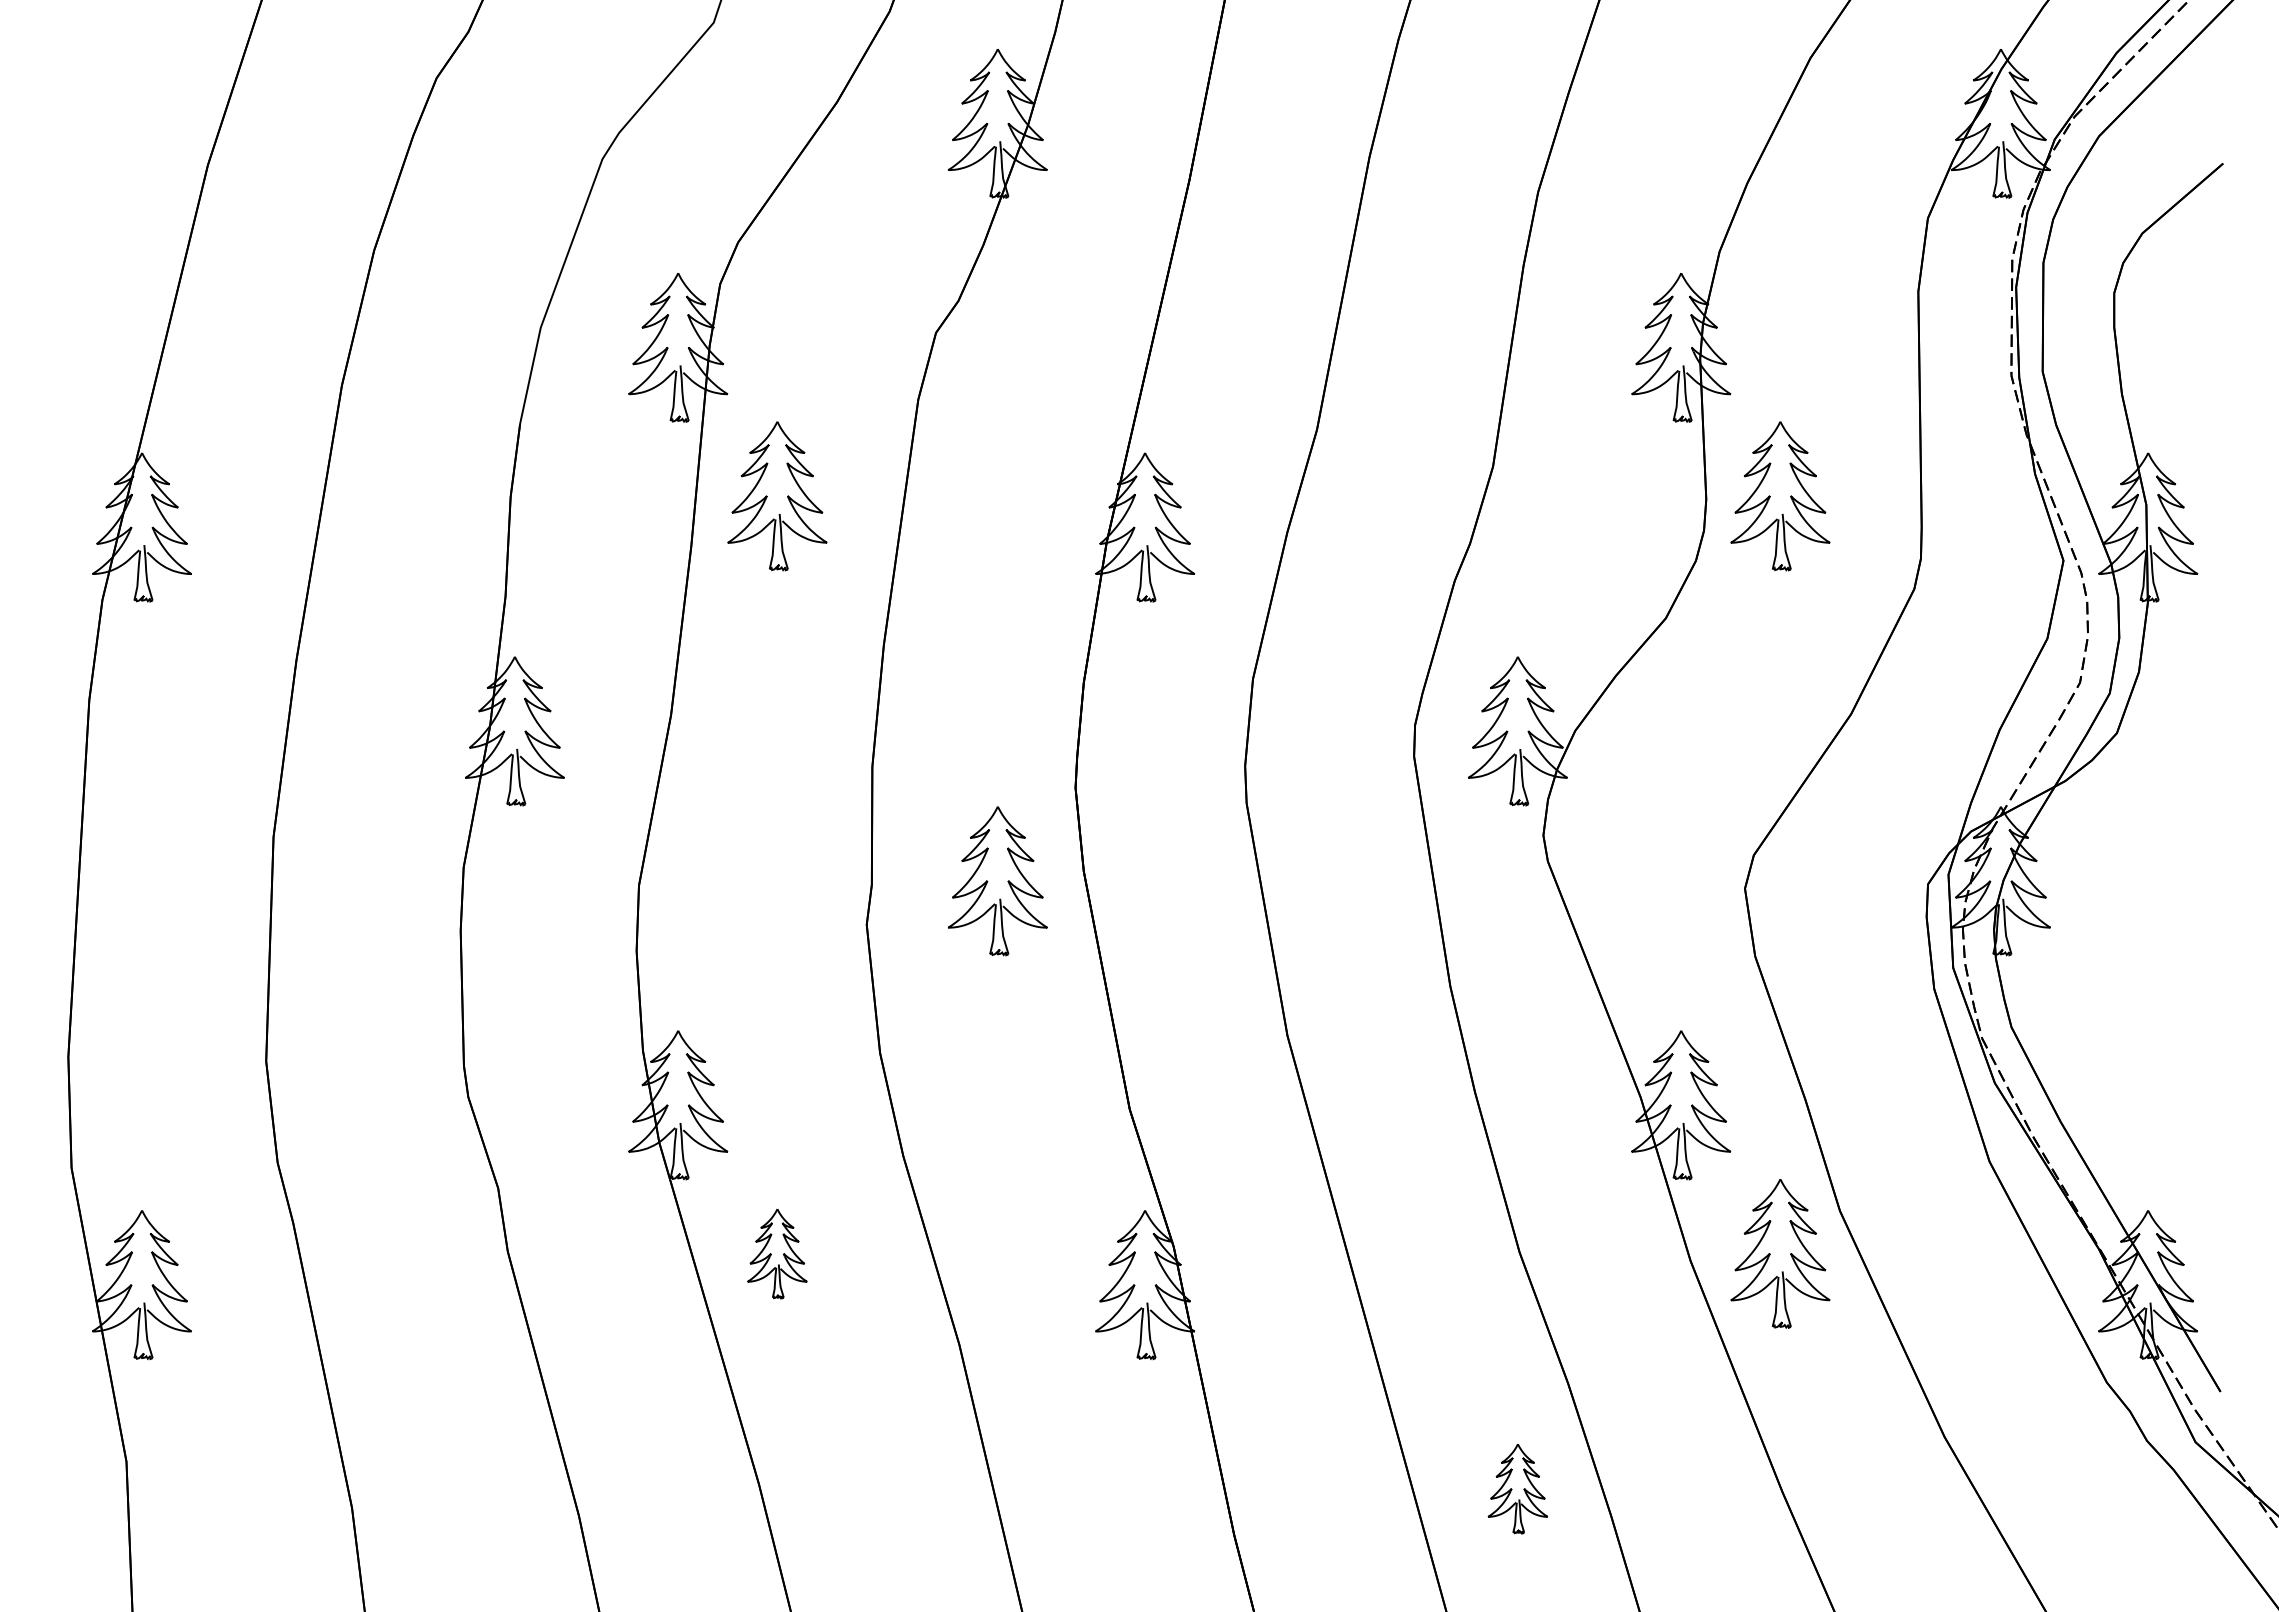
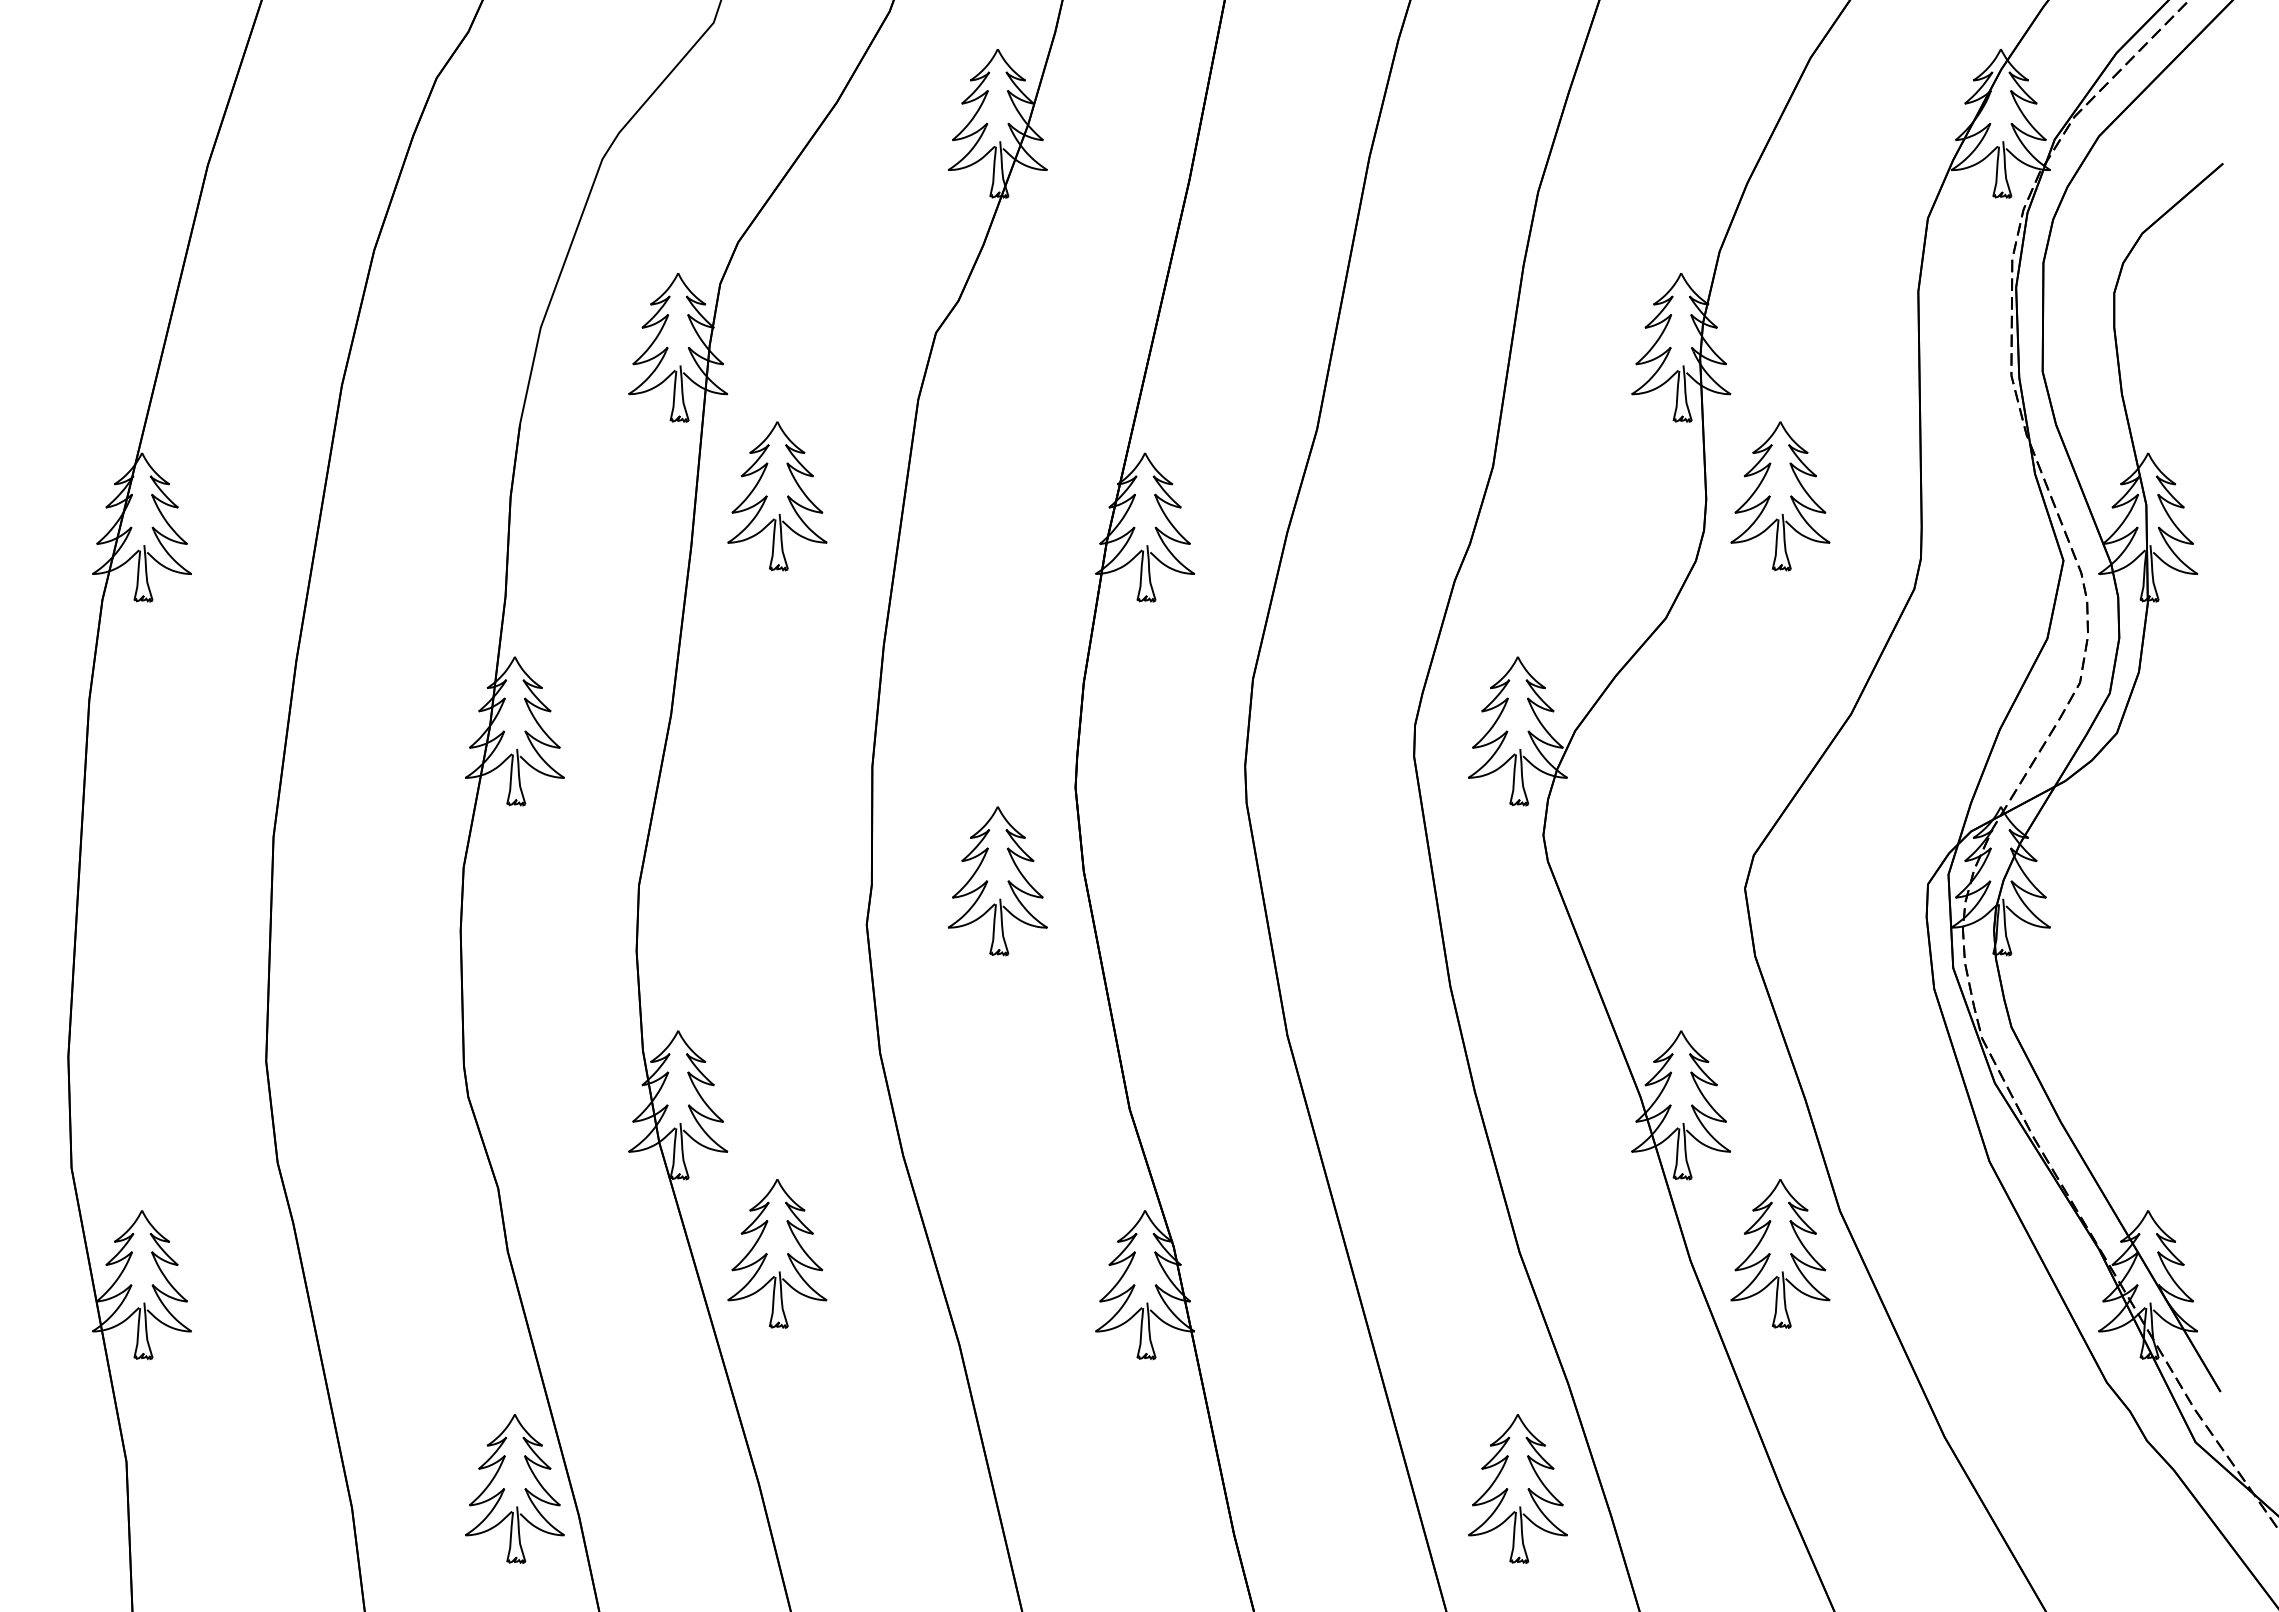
part at (777, 1254) size: 61x91 px -> 101x150 px
part at (514, 1488): none -> present
part at (1517, 1489) size: 61x91 px -> 100x150 px
